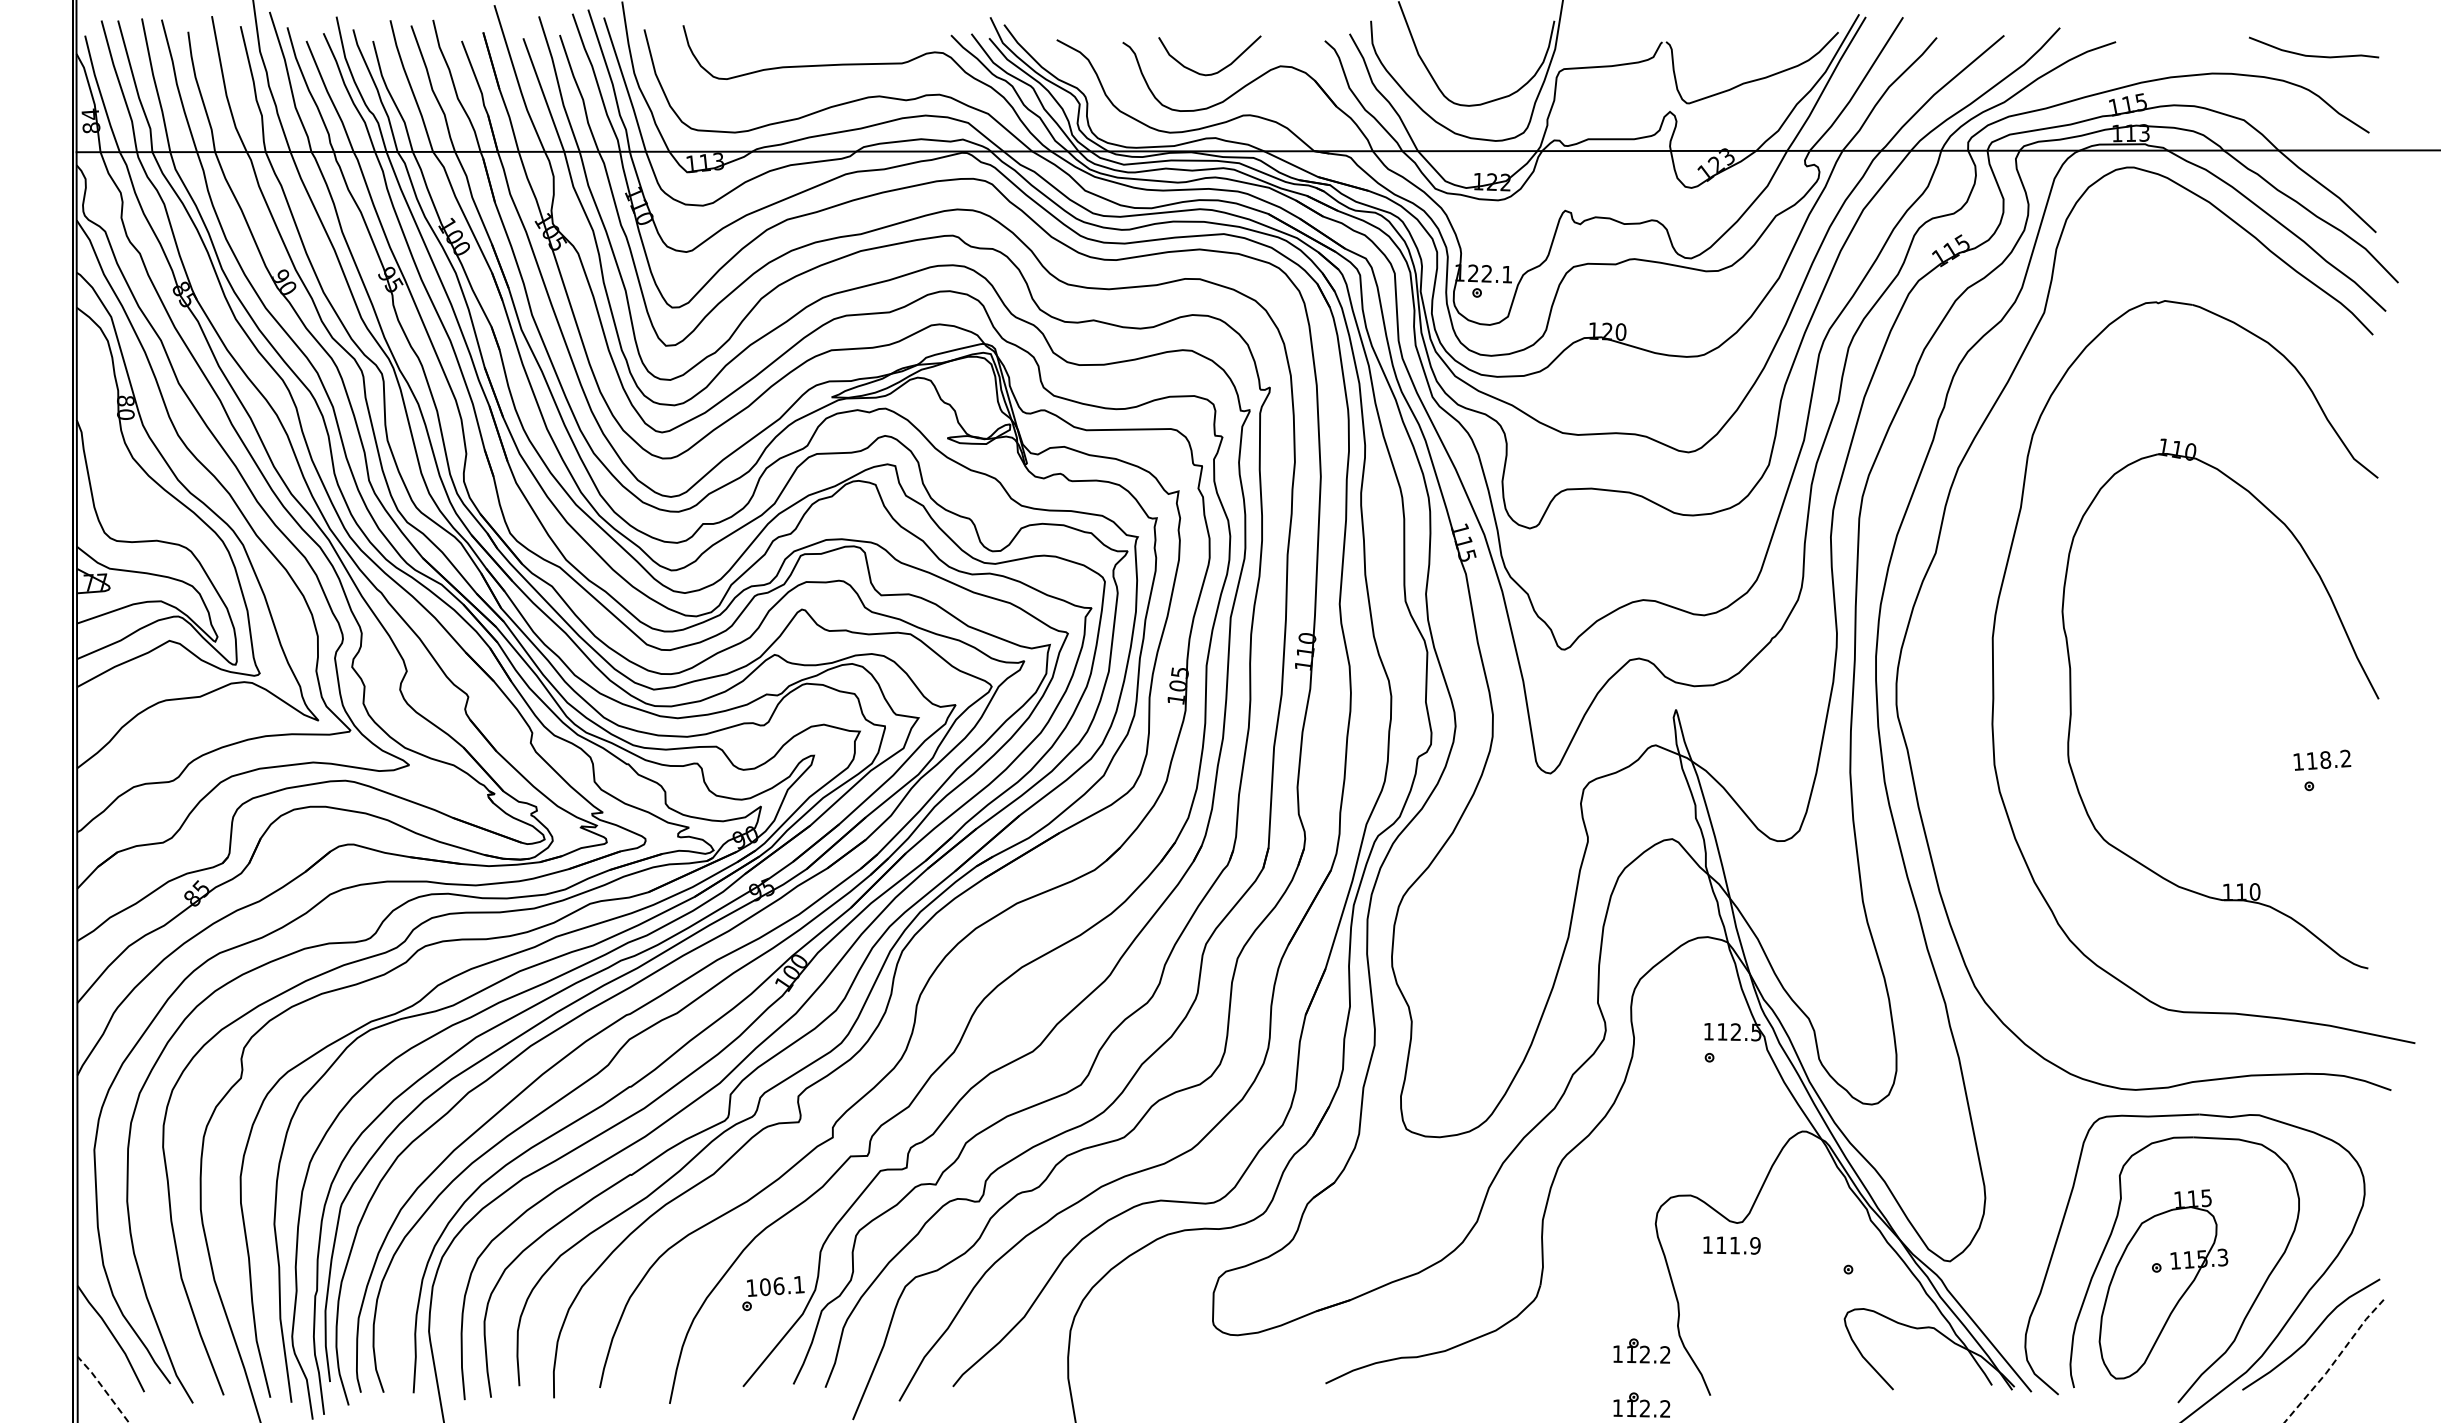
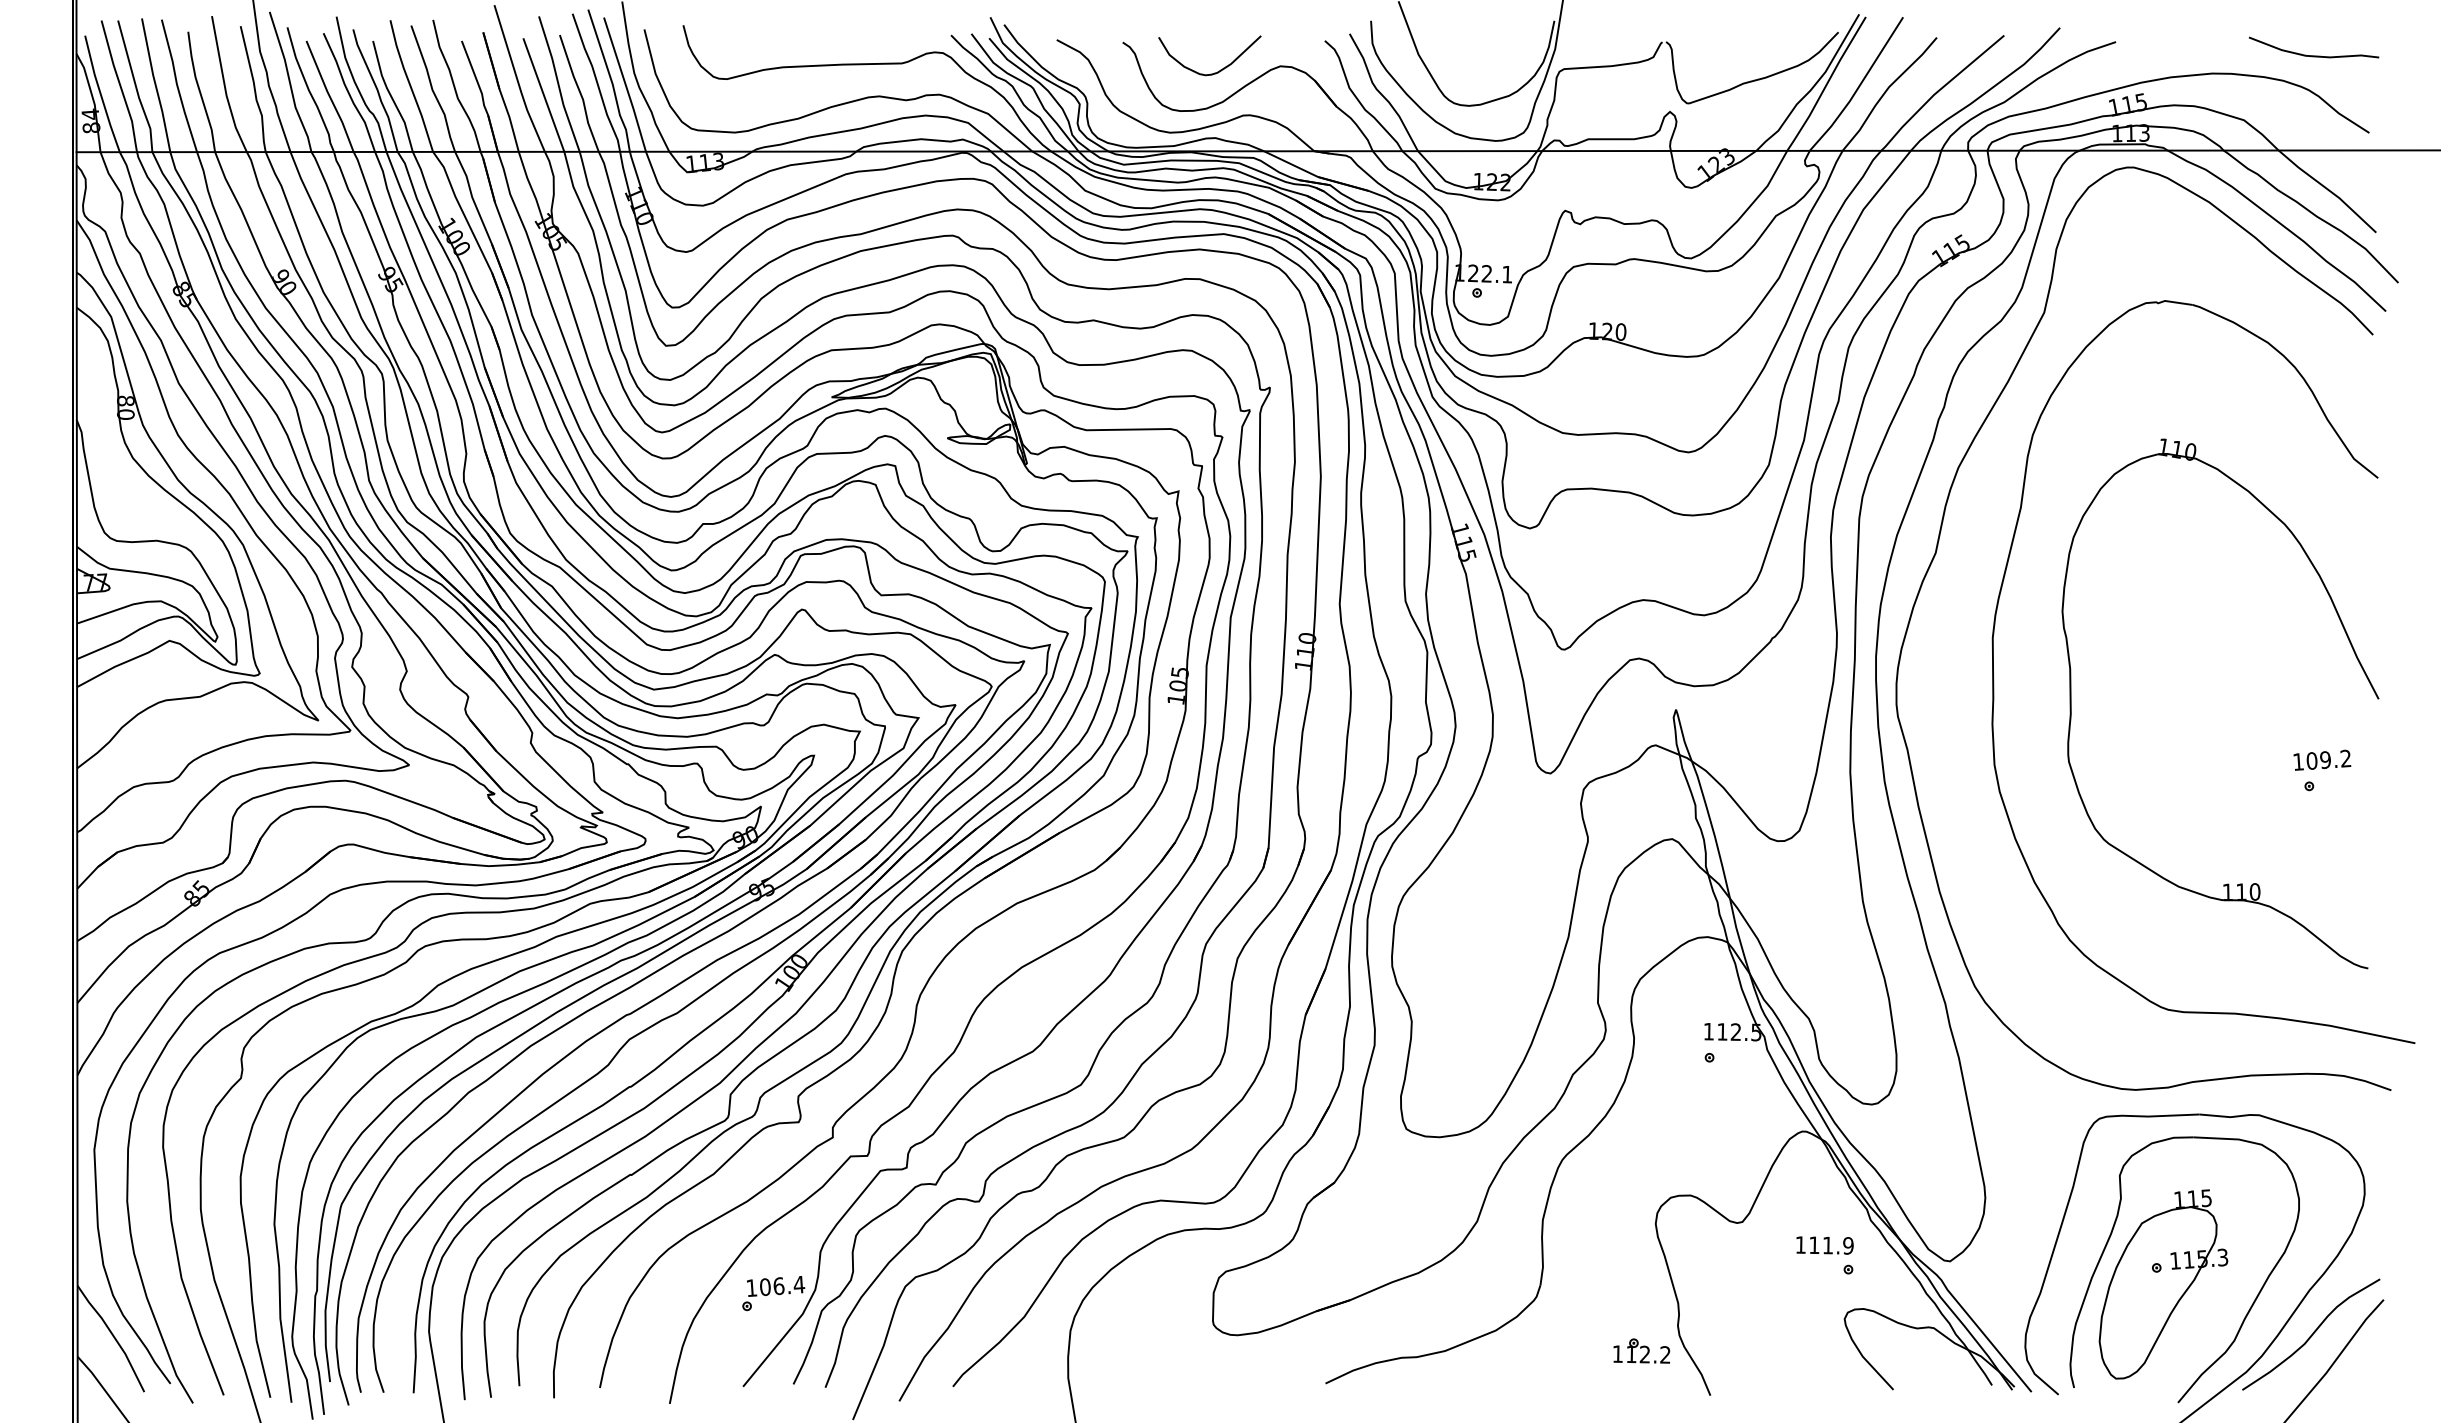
text at (2318, 760): 118.2 -> 109.2
text at (1731, 1245) position: (1731, 1245) -> (1824, 1245)
text at (799, 1284): 106.1 -> 106.4
line at (2335, 1360): dashed -> solid
line at (103, 1388): dashed -> solid
part at (1641, 1404): present -> none
